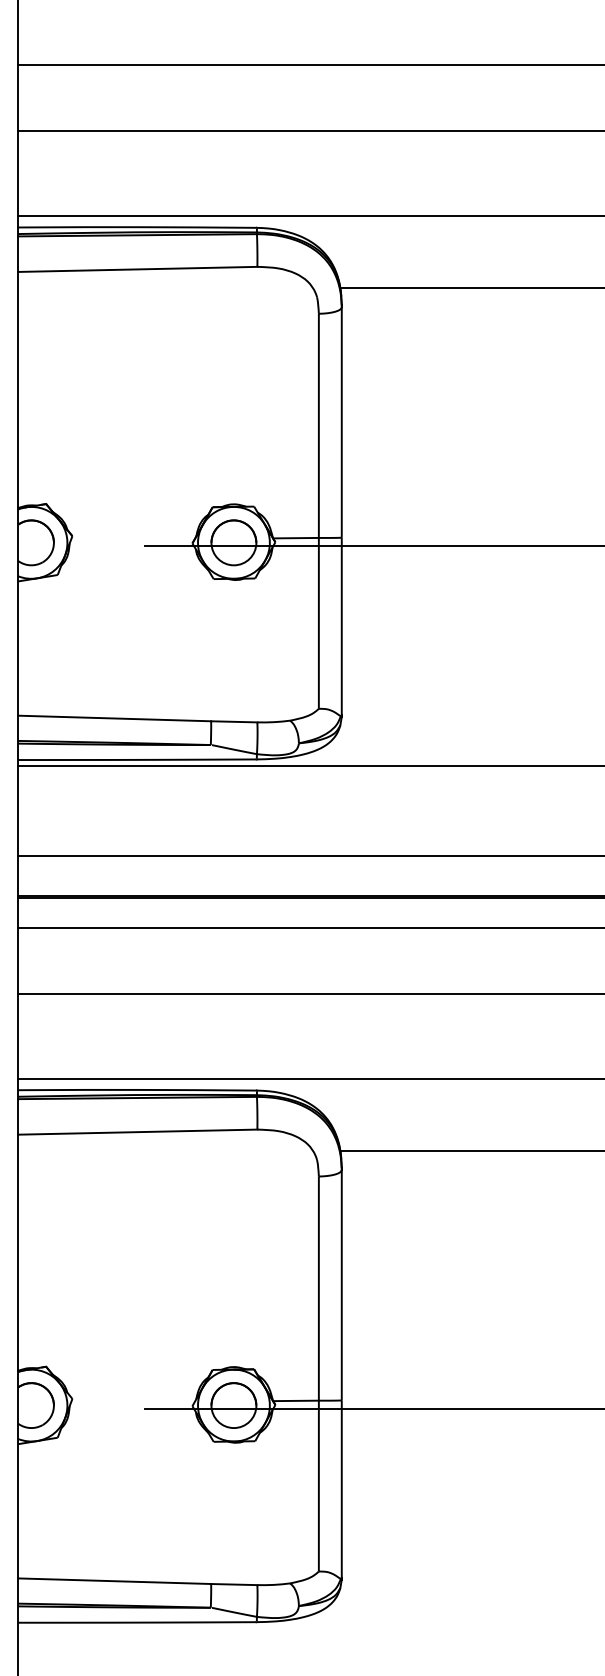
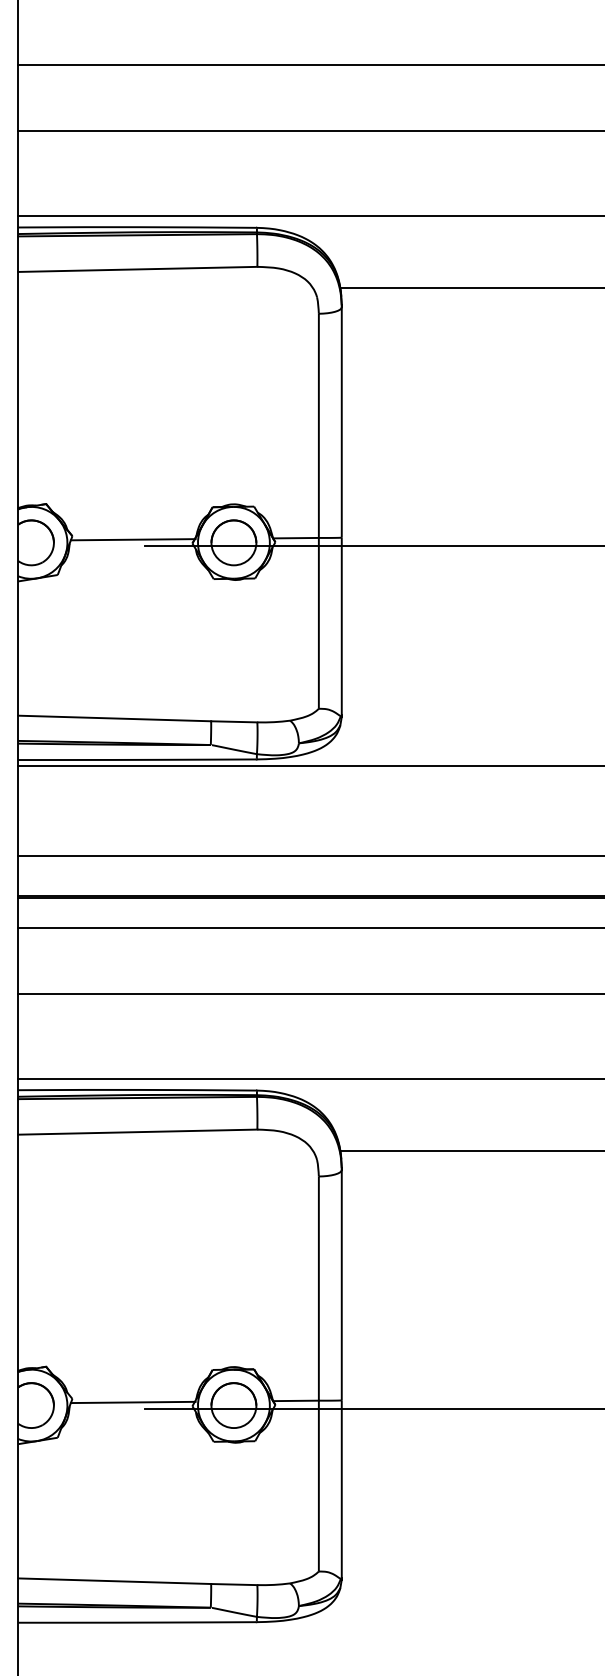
line at (132, 539): none -> present
line at (132, 1402): none -> present
